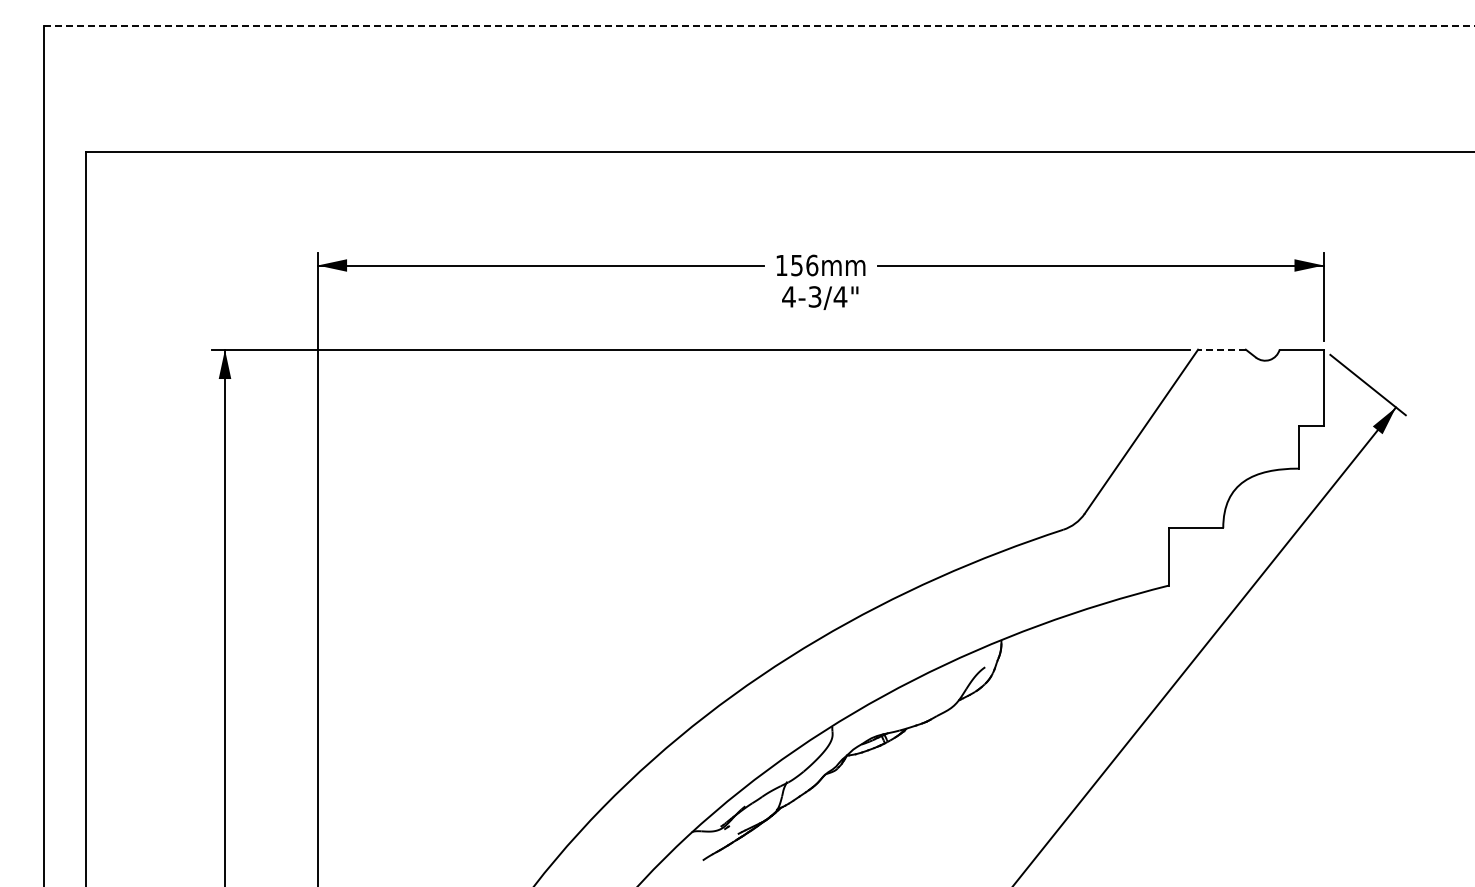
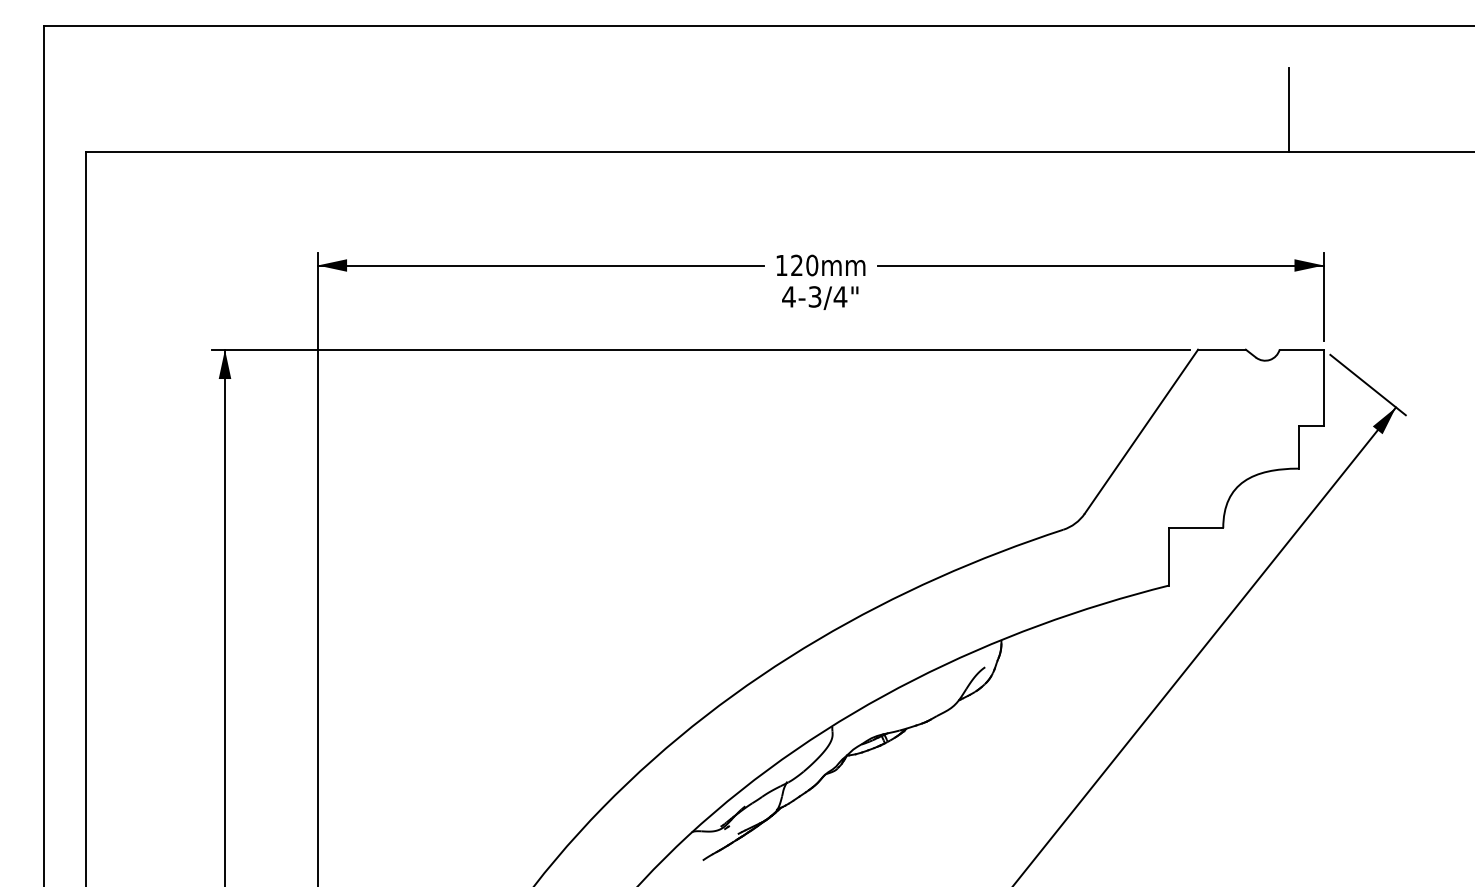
line at (759, 26): dashed -> solid
line at (1289, 110): none -> present
text at (804, 265): 156 -> 120
line at (1221, 349): dashed -> solid
